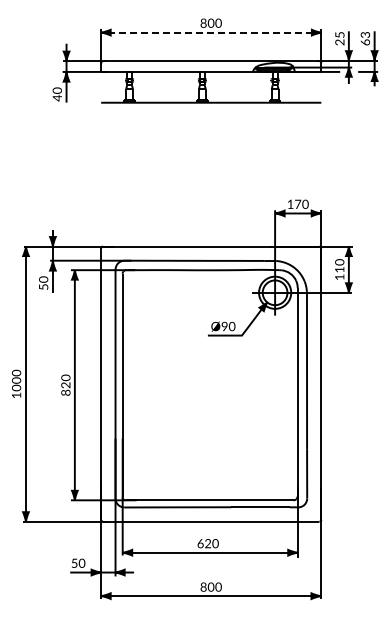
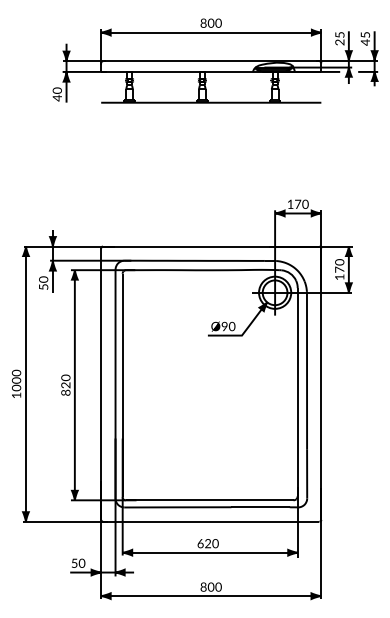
line at (211, 32): dashed -> solid
text at (365, 38): 63 -> 45
text at (339, 269): 110 -> 170
